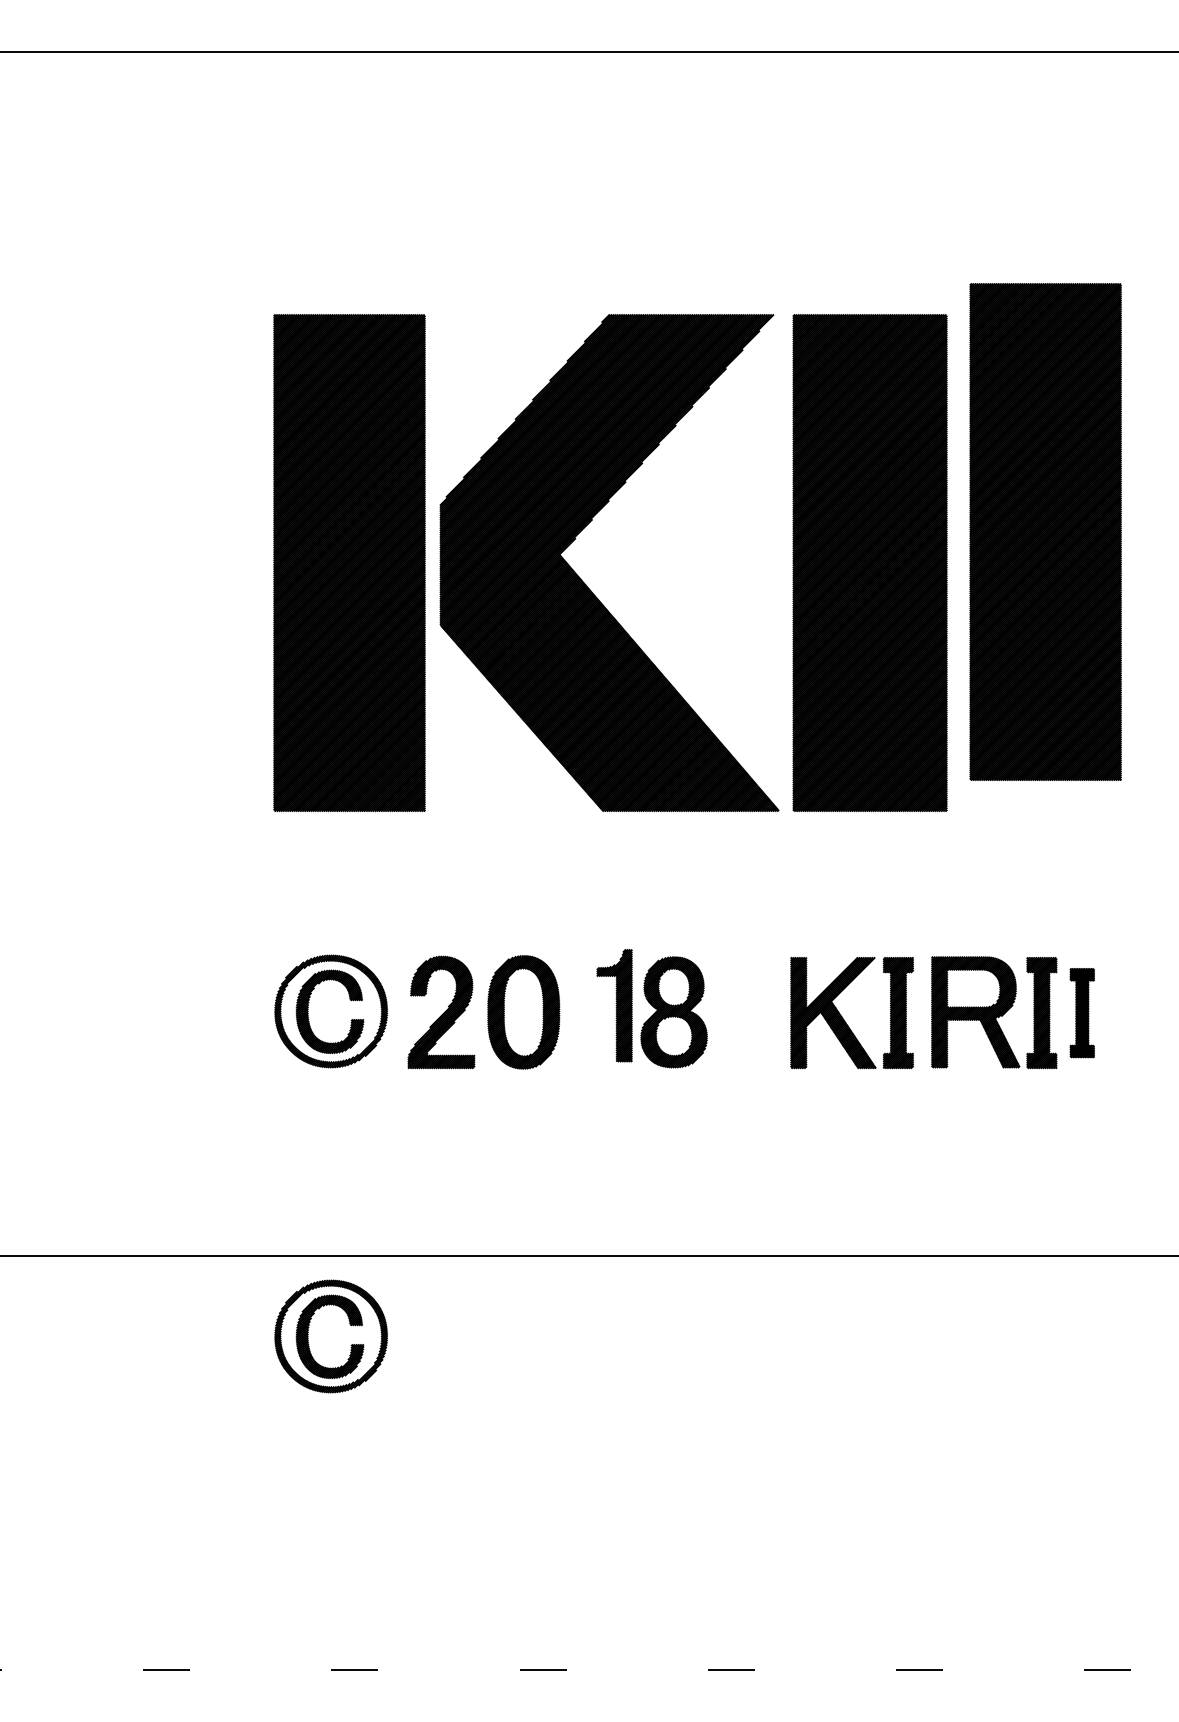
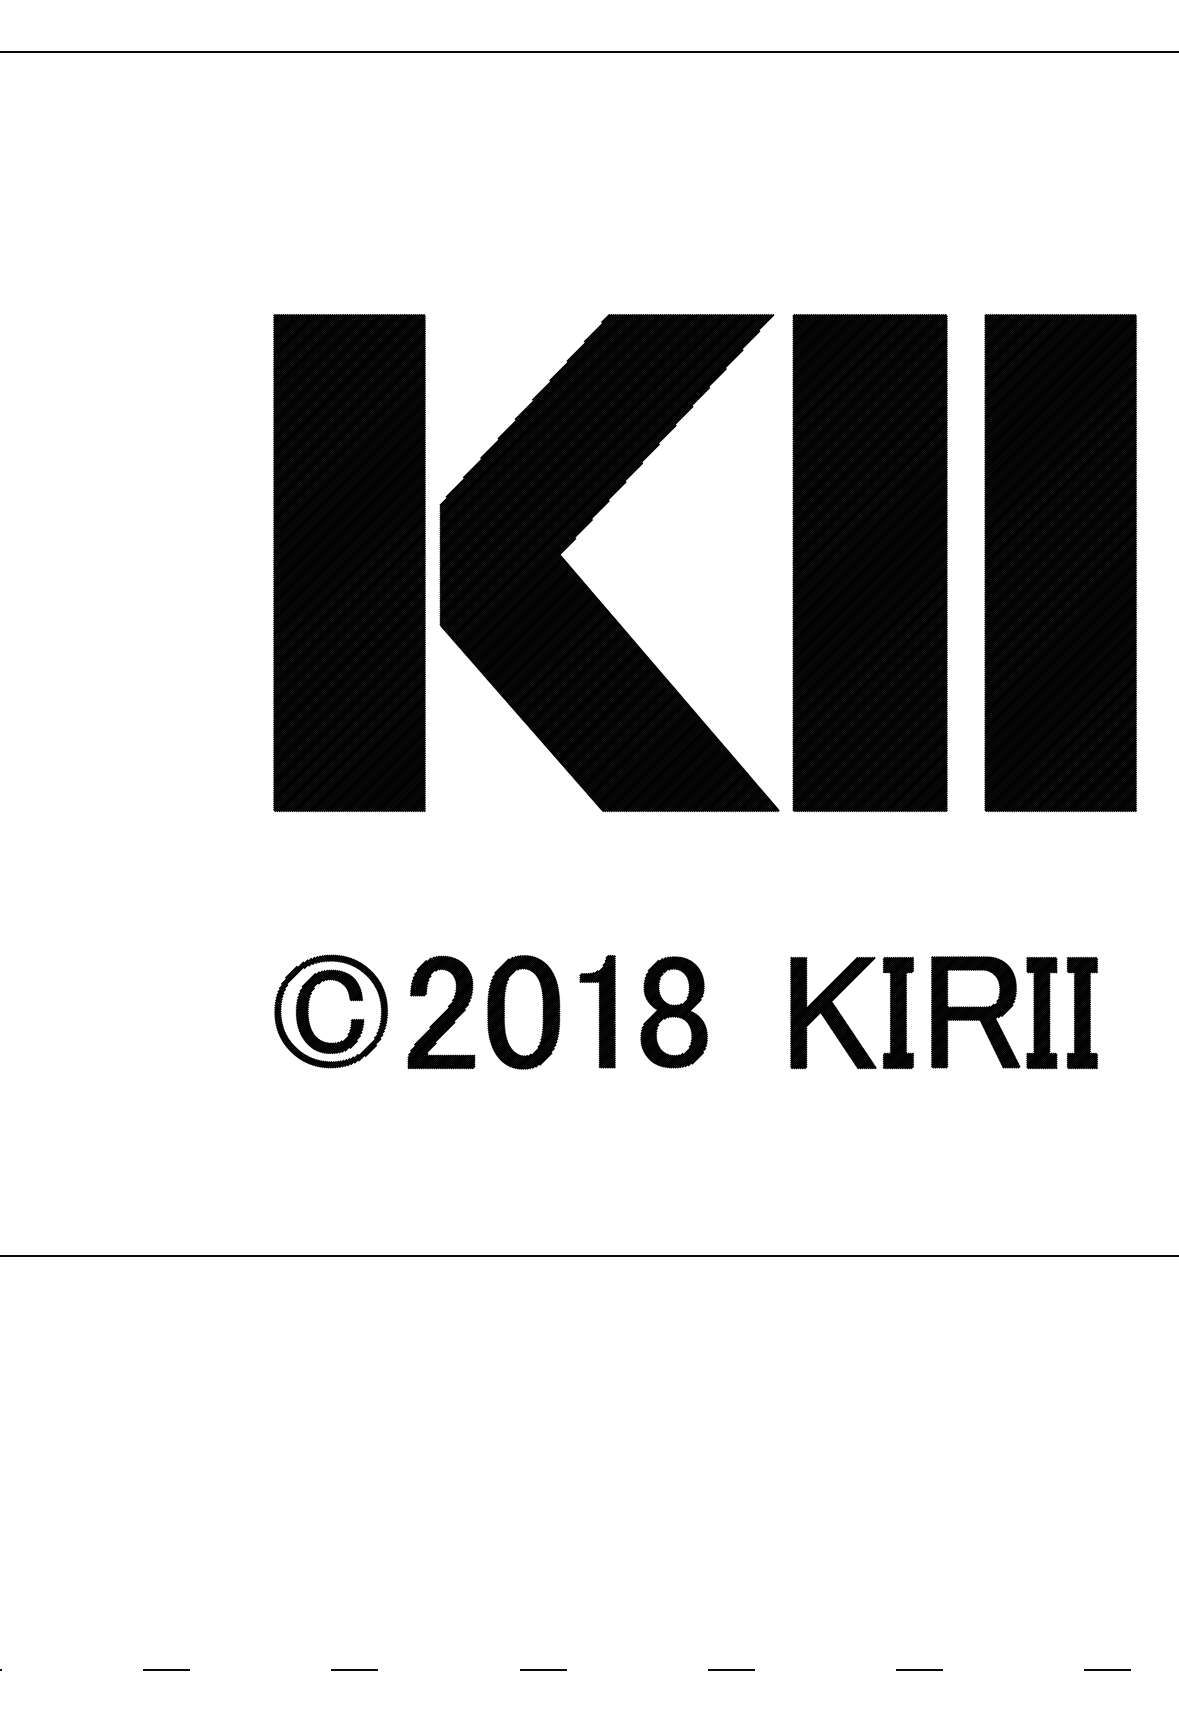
part at (1045, 531) position: (1045, 531) -> (1060, 562)
part at (614, 1005) position: (614, 1005) -> (597, 1011)
part at (1081, 1013) size: 26x91 px -> 32x113 px
part at (330, 1336): present -> none
